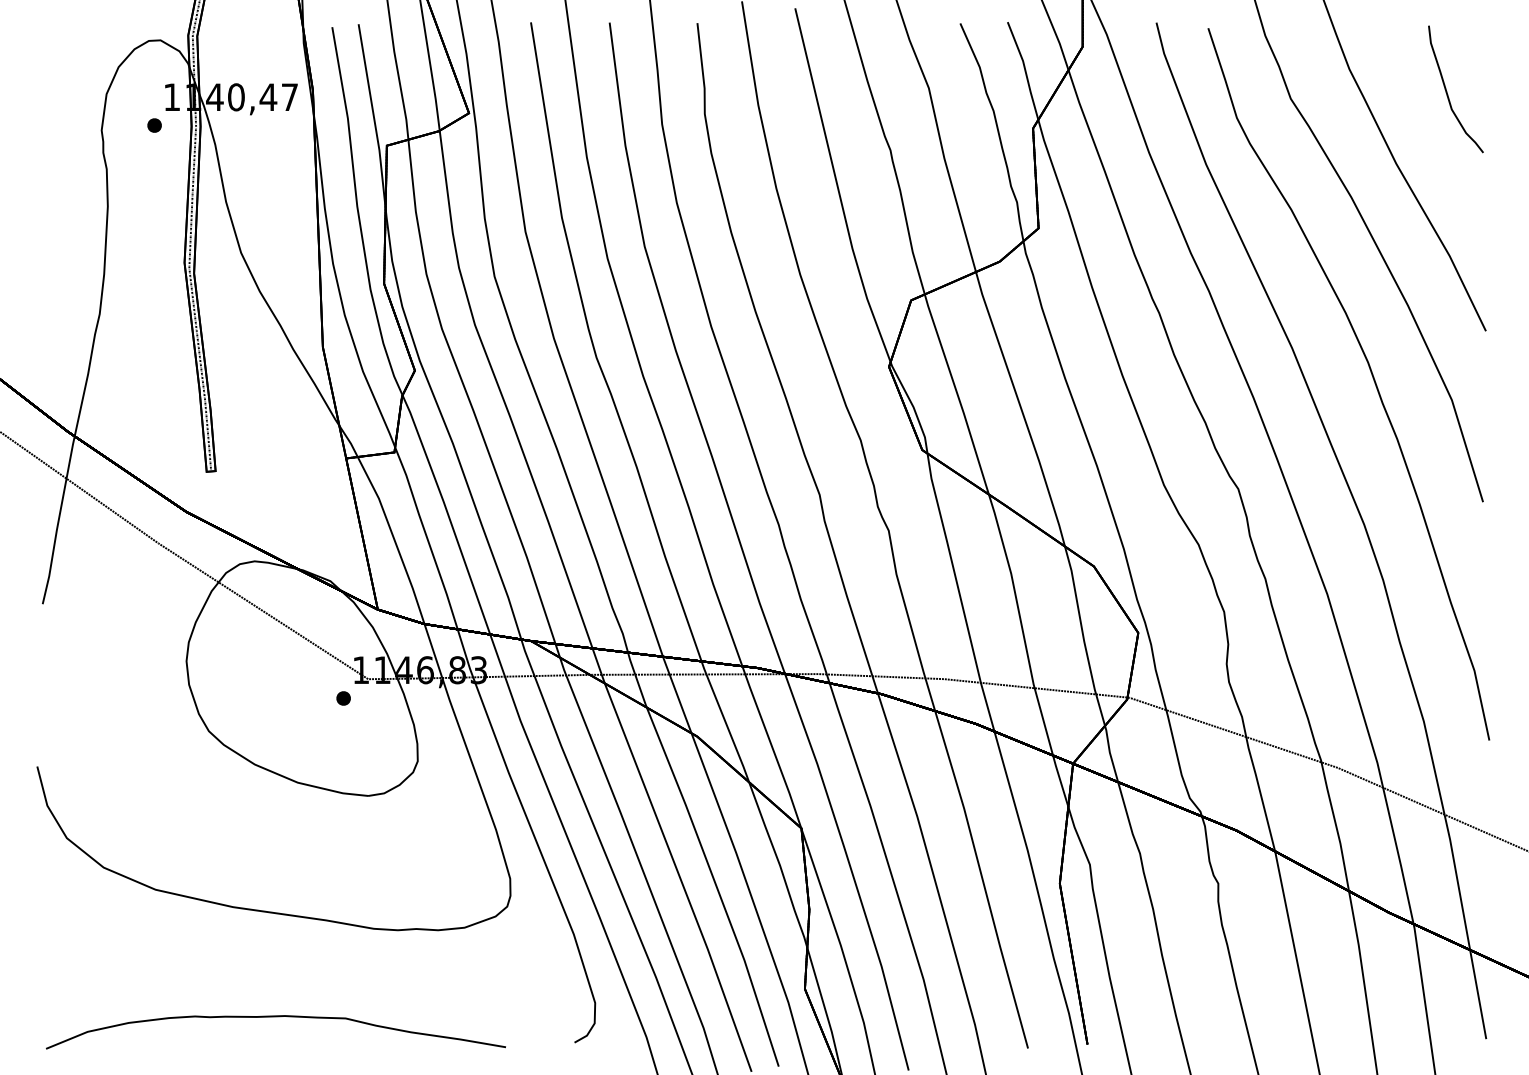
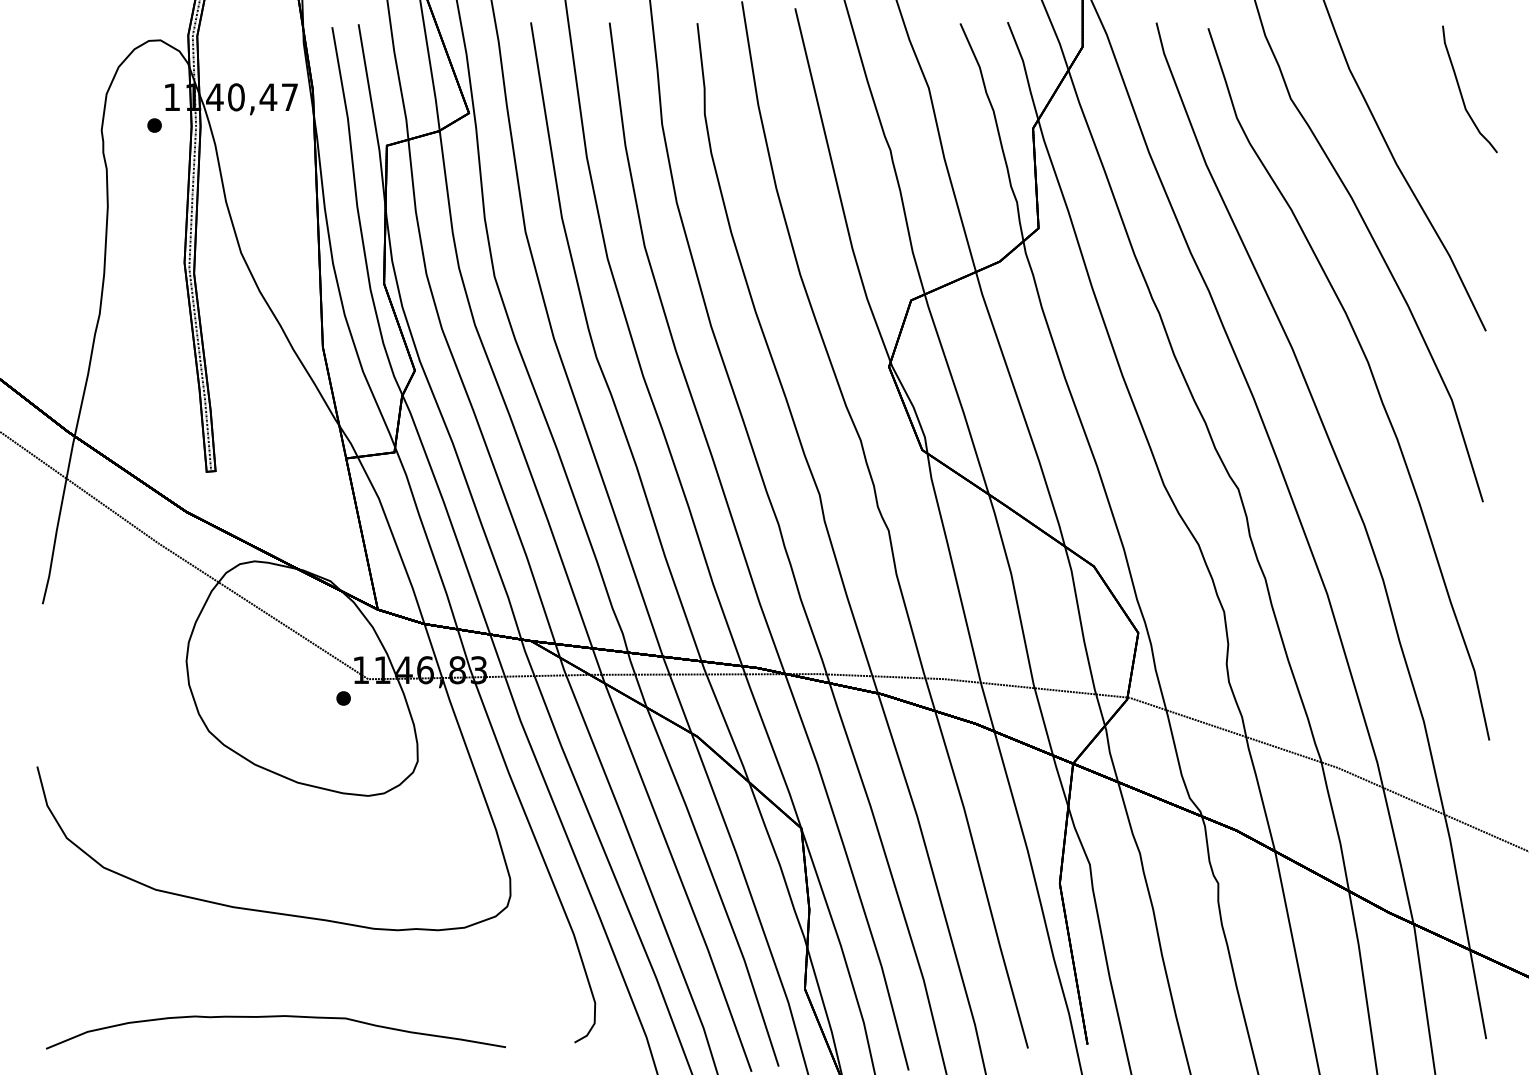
curve at (1447, 91) position: (1447, 91) -> (1461, 91)
